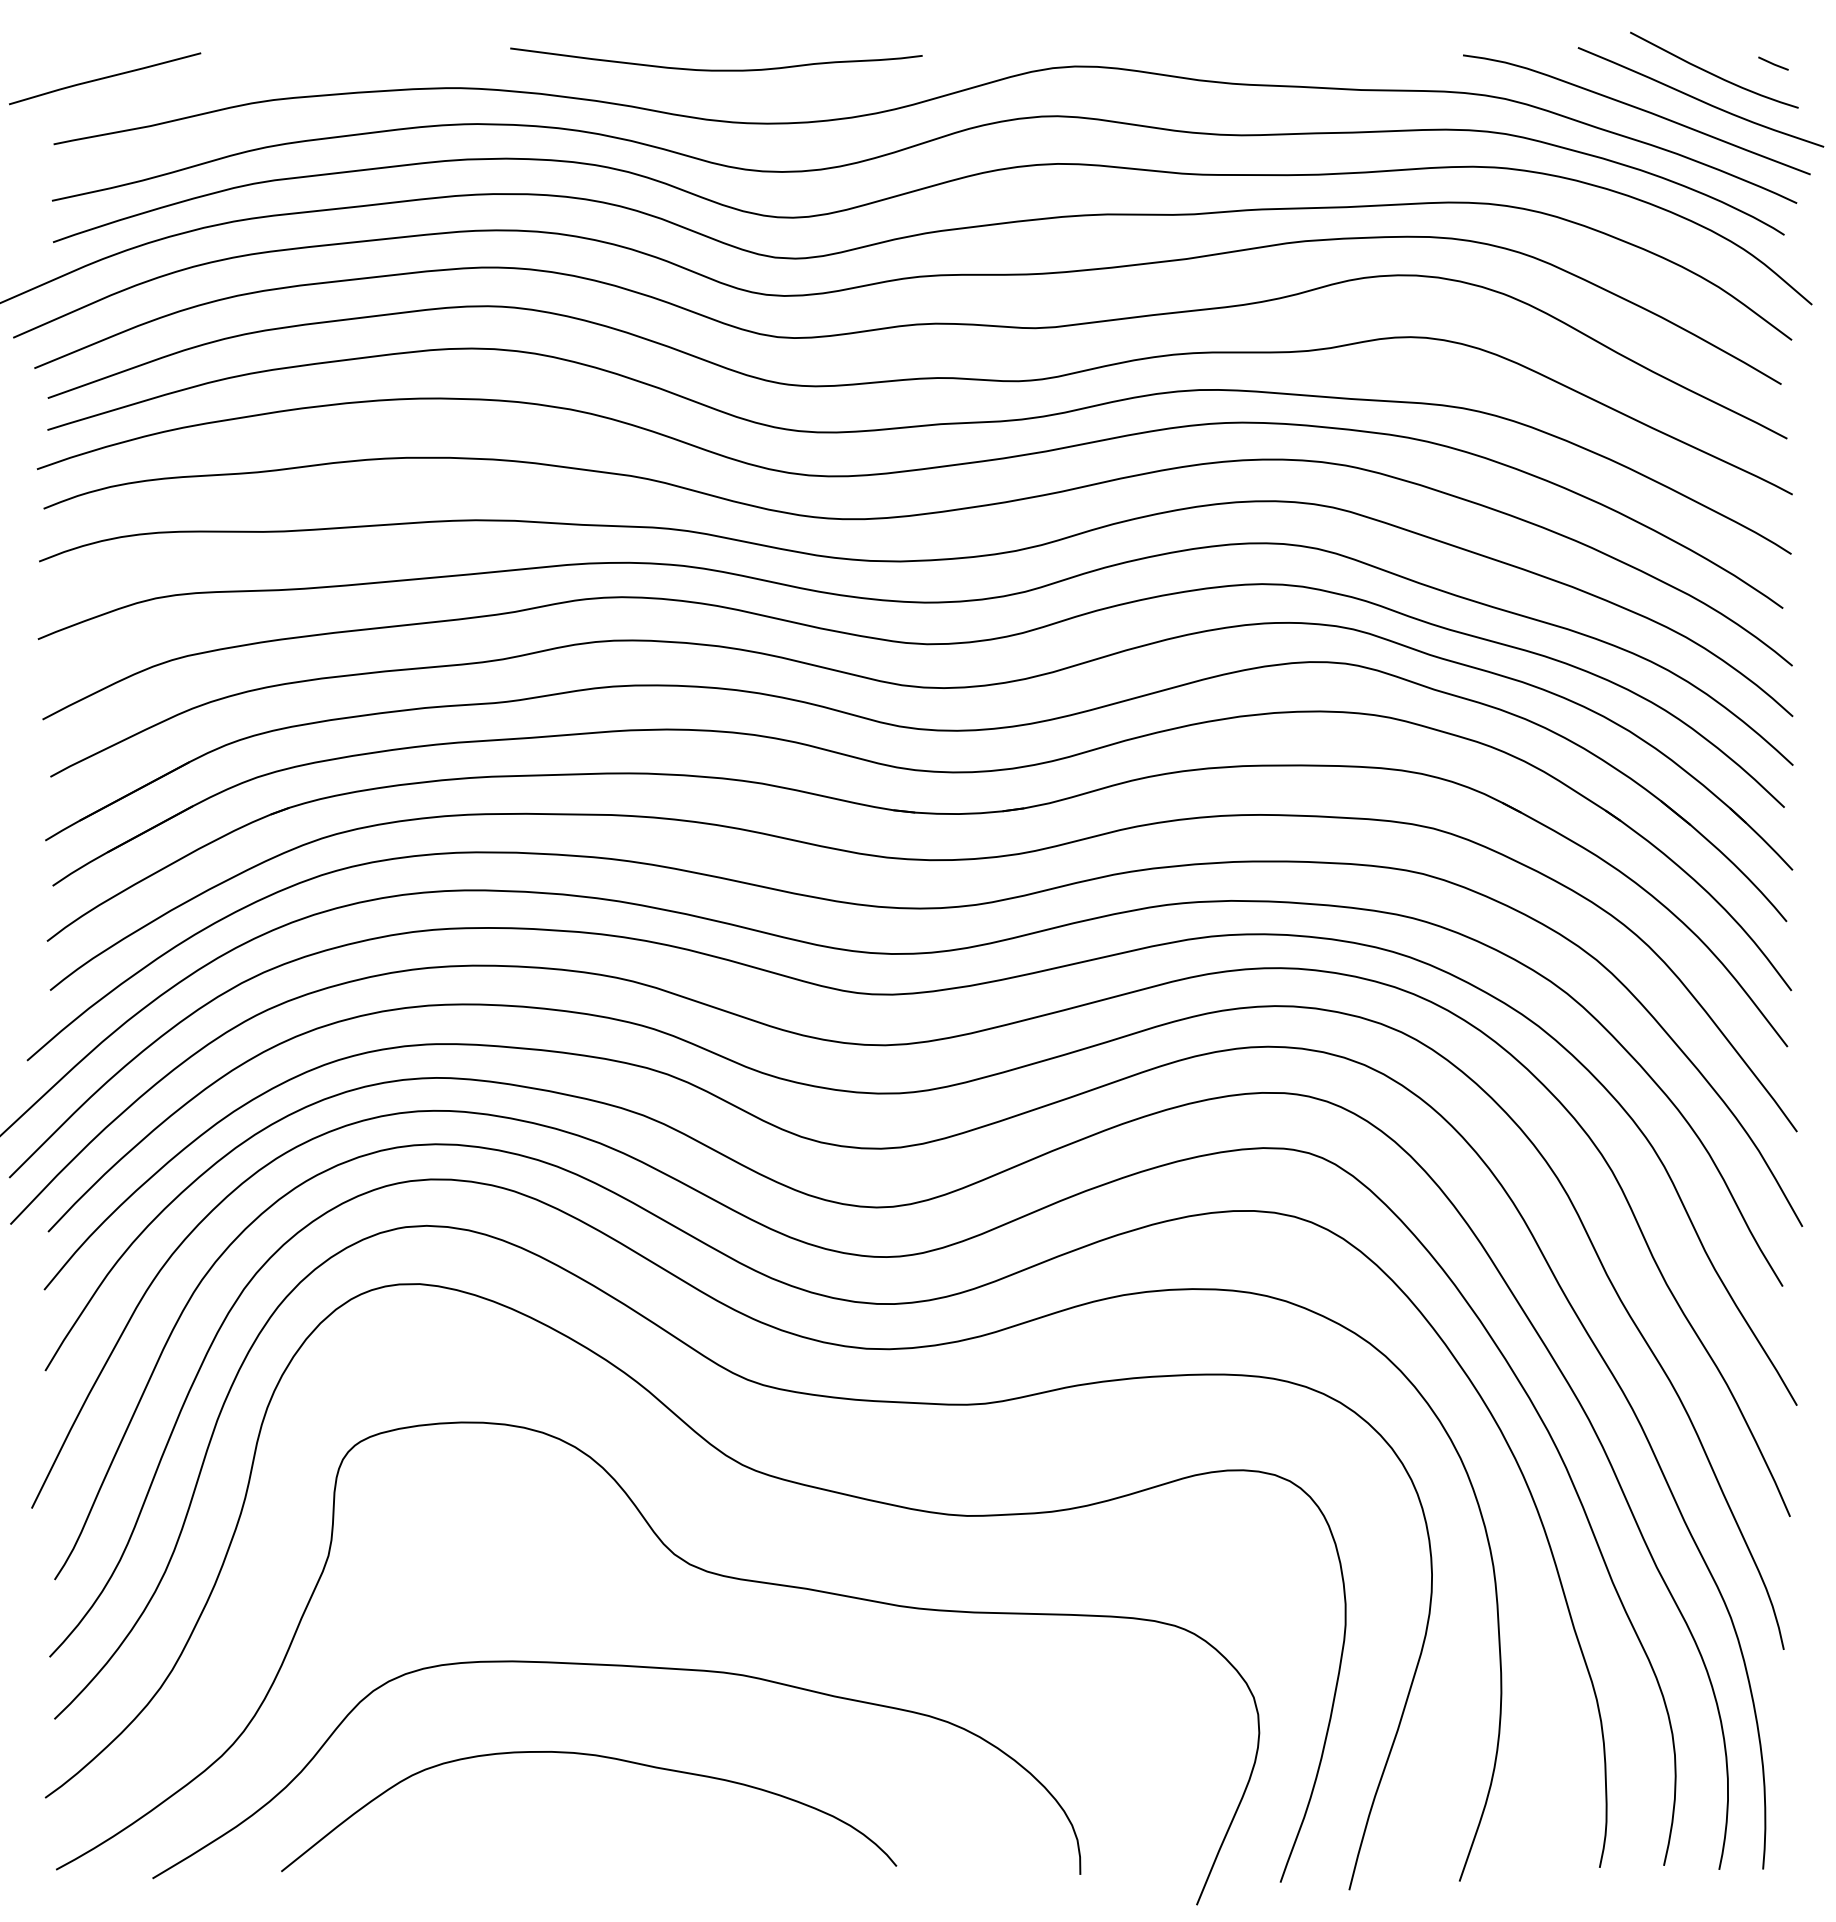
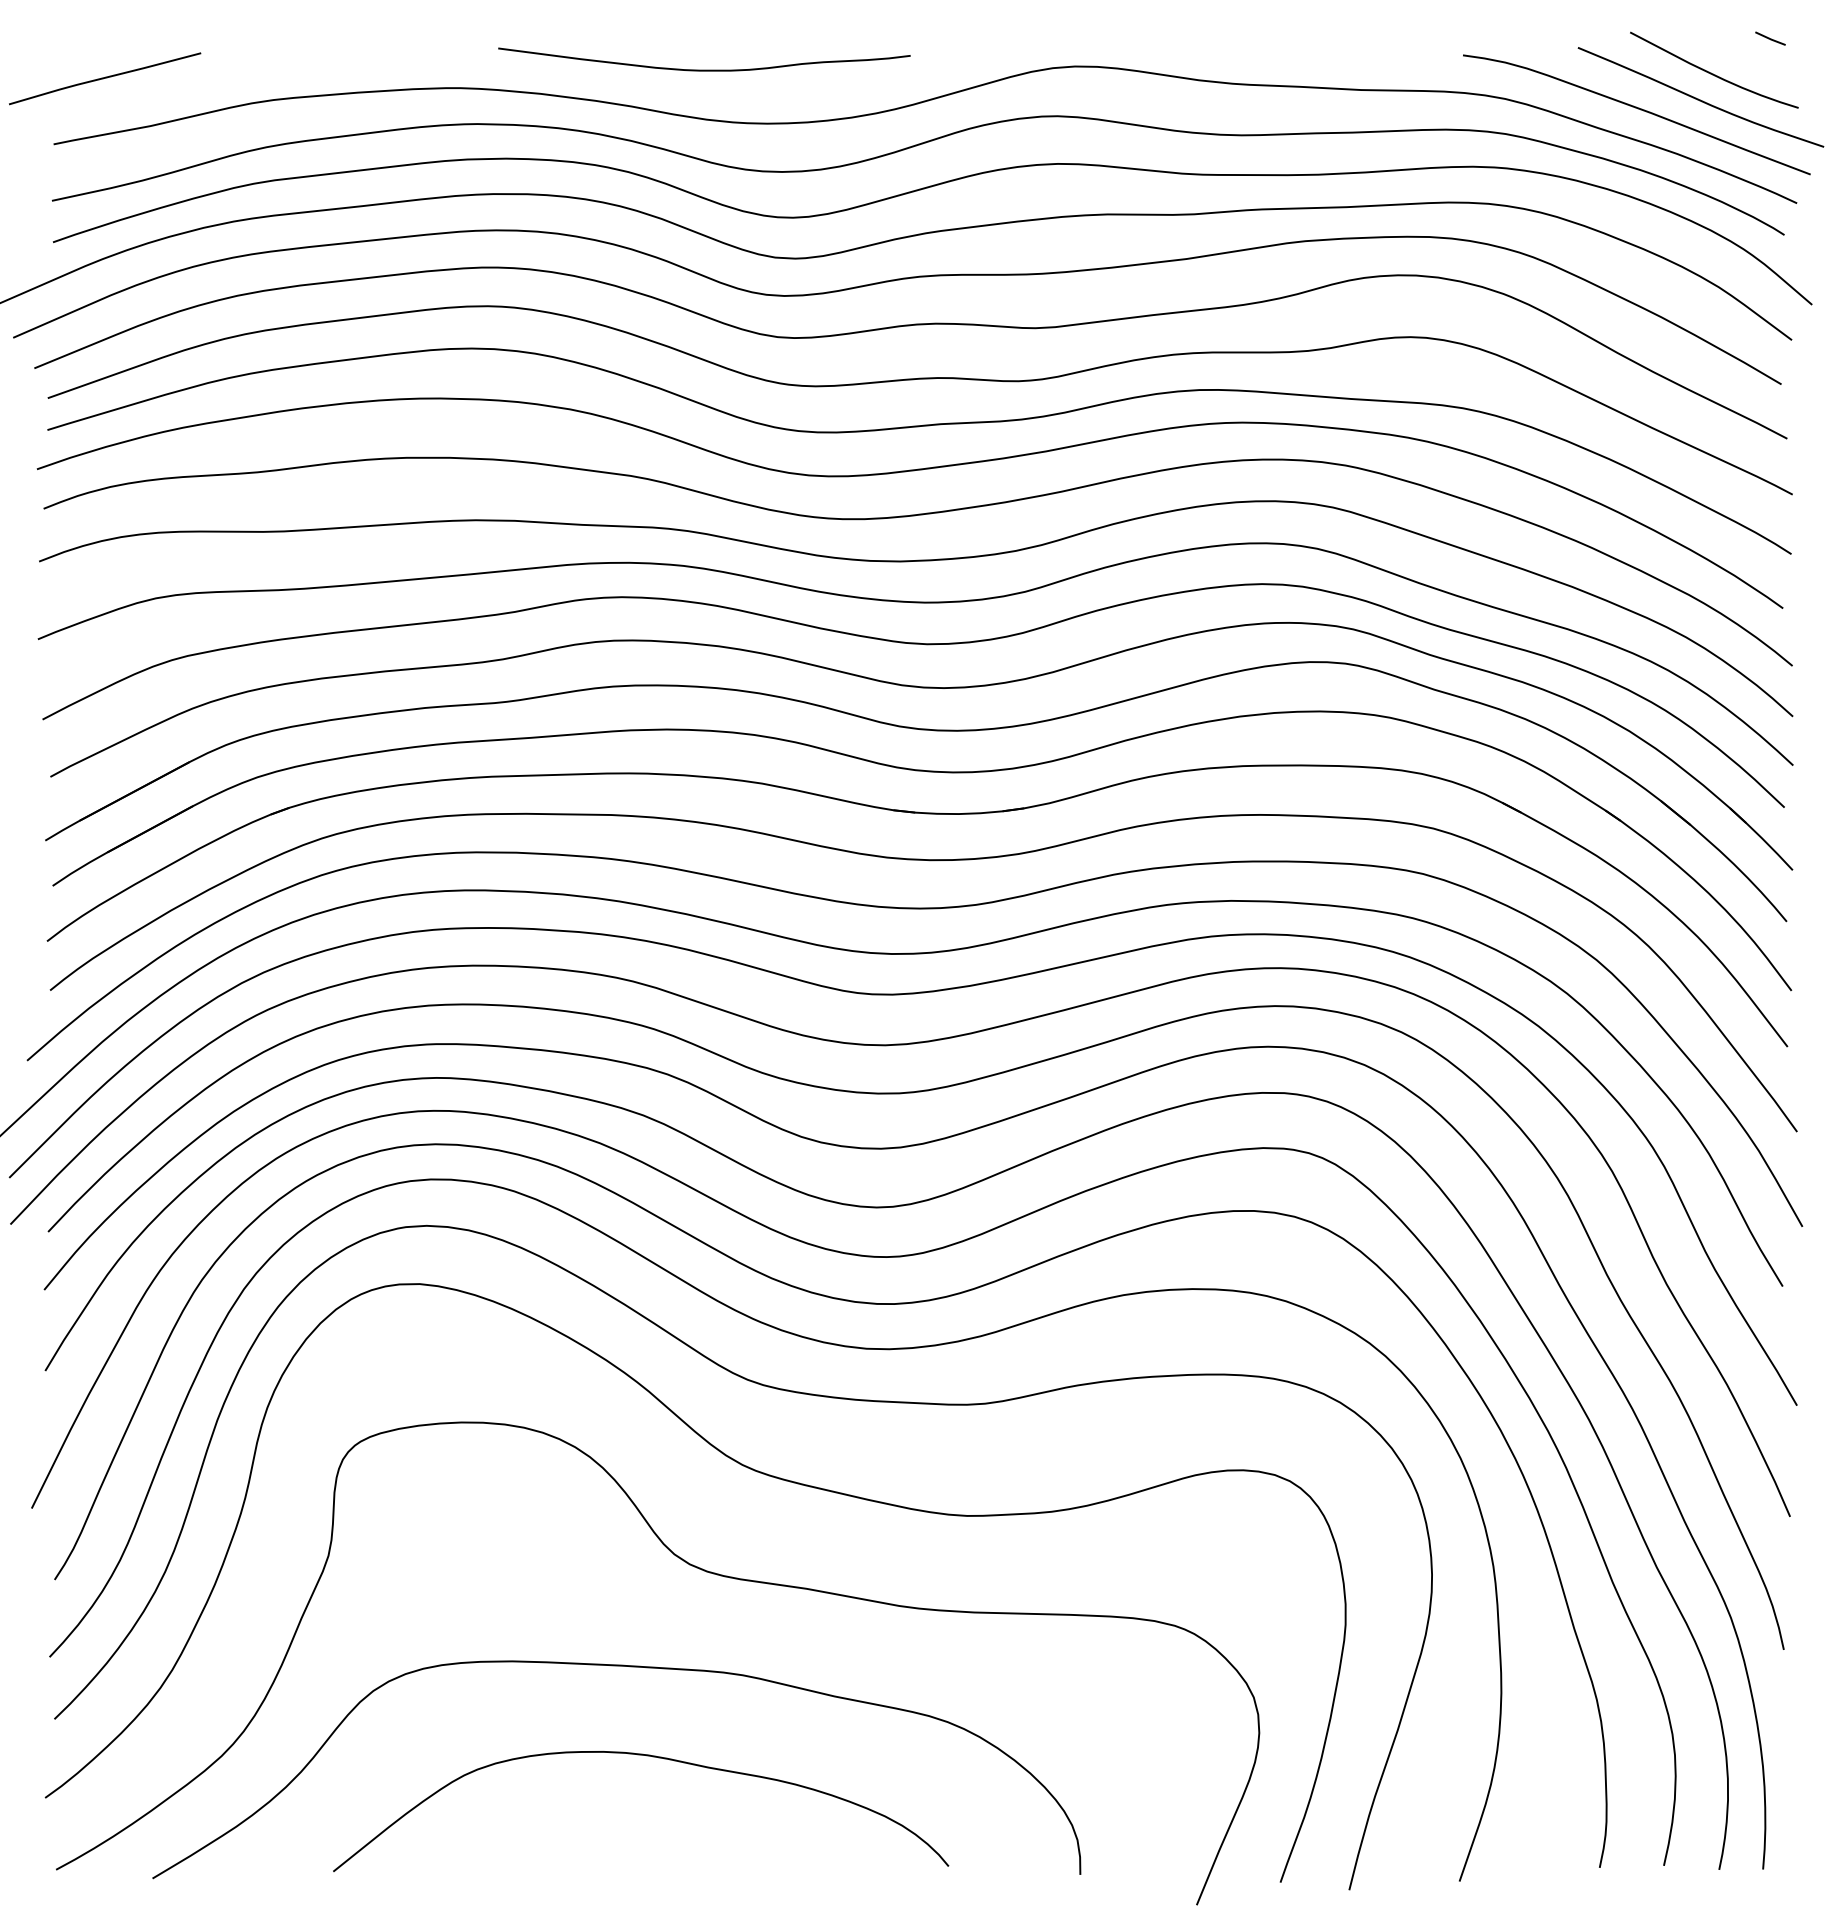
line at (1773, 63) position: (1773, 63) -> (1770, 38)
curve at (716, 69) position: (716, 69) -> (704, 69)
curve at (600, 1757) position: (600, 1757) -> (652, 1757)
